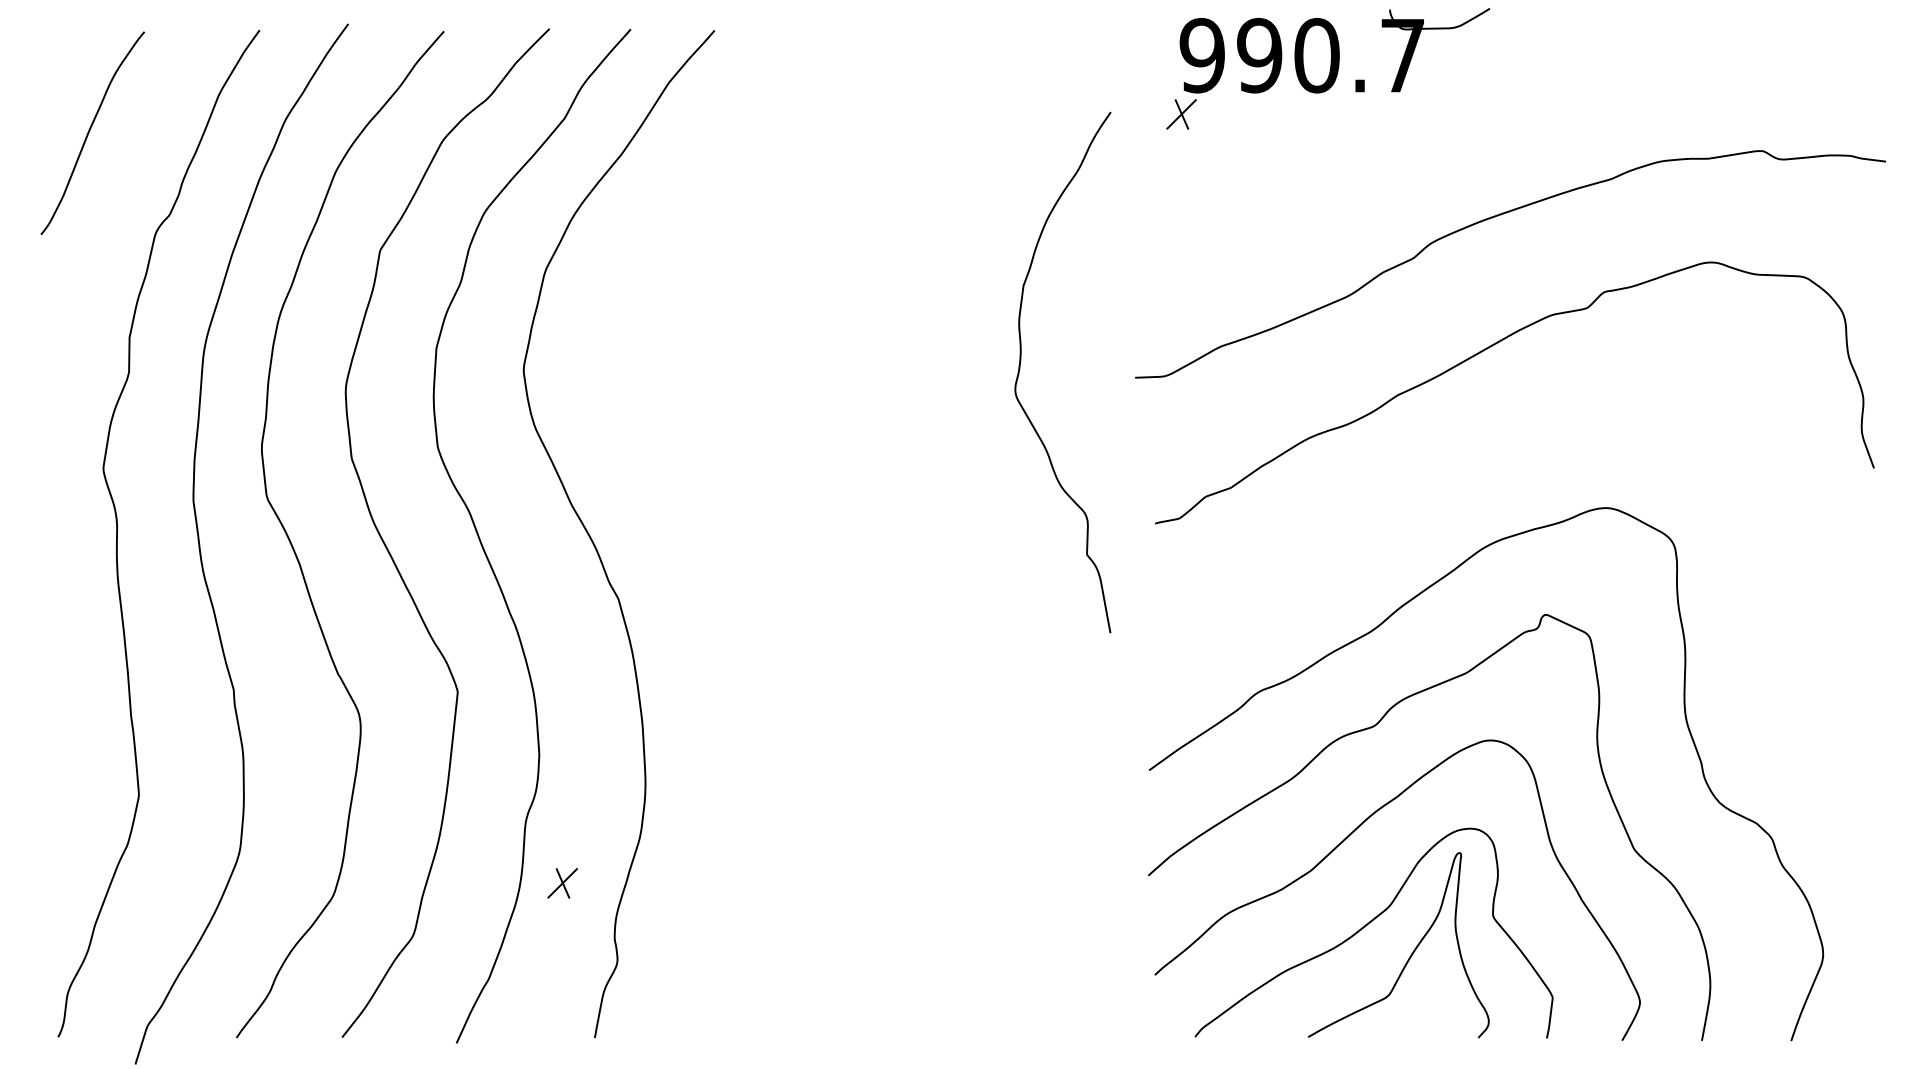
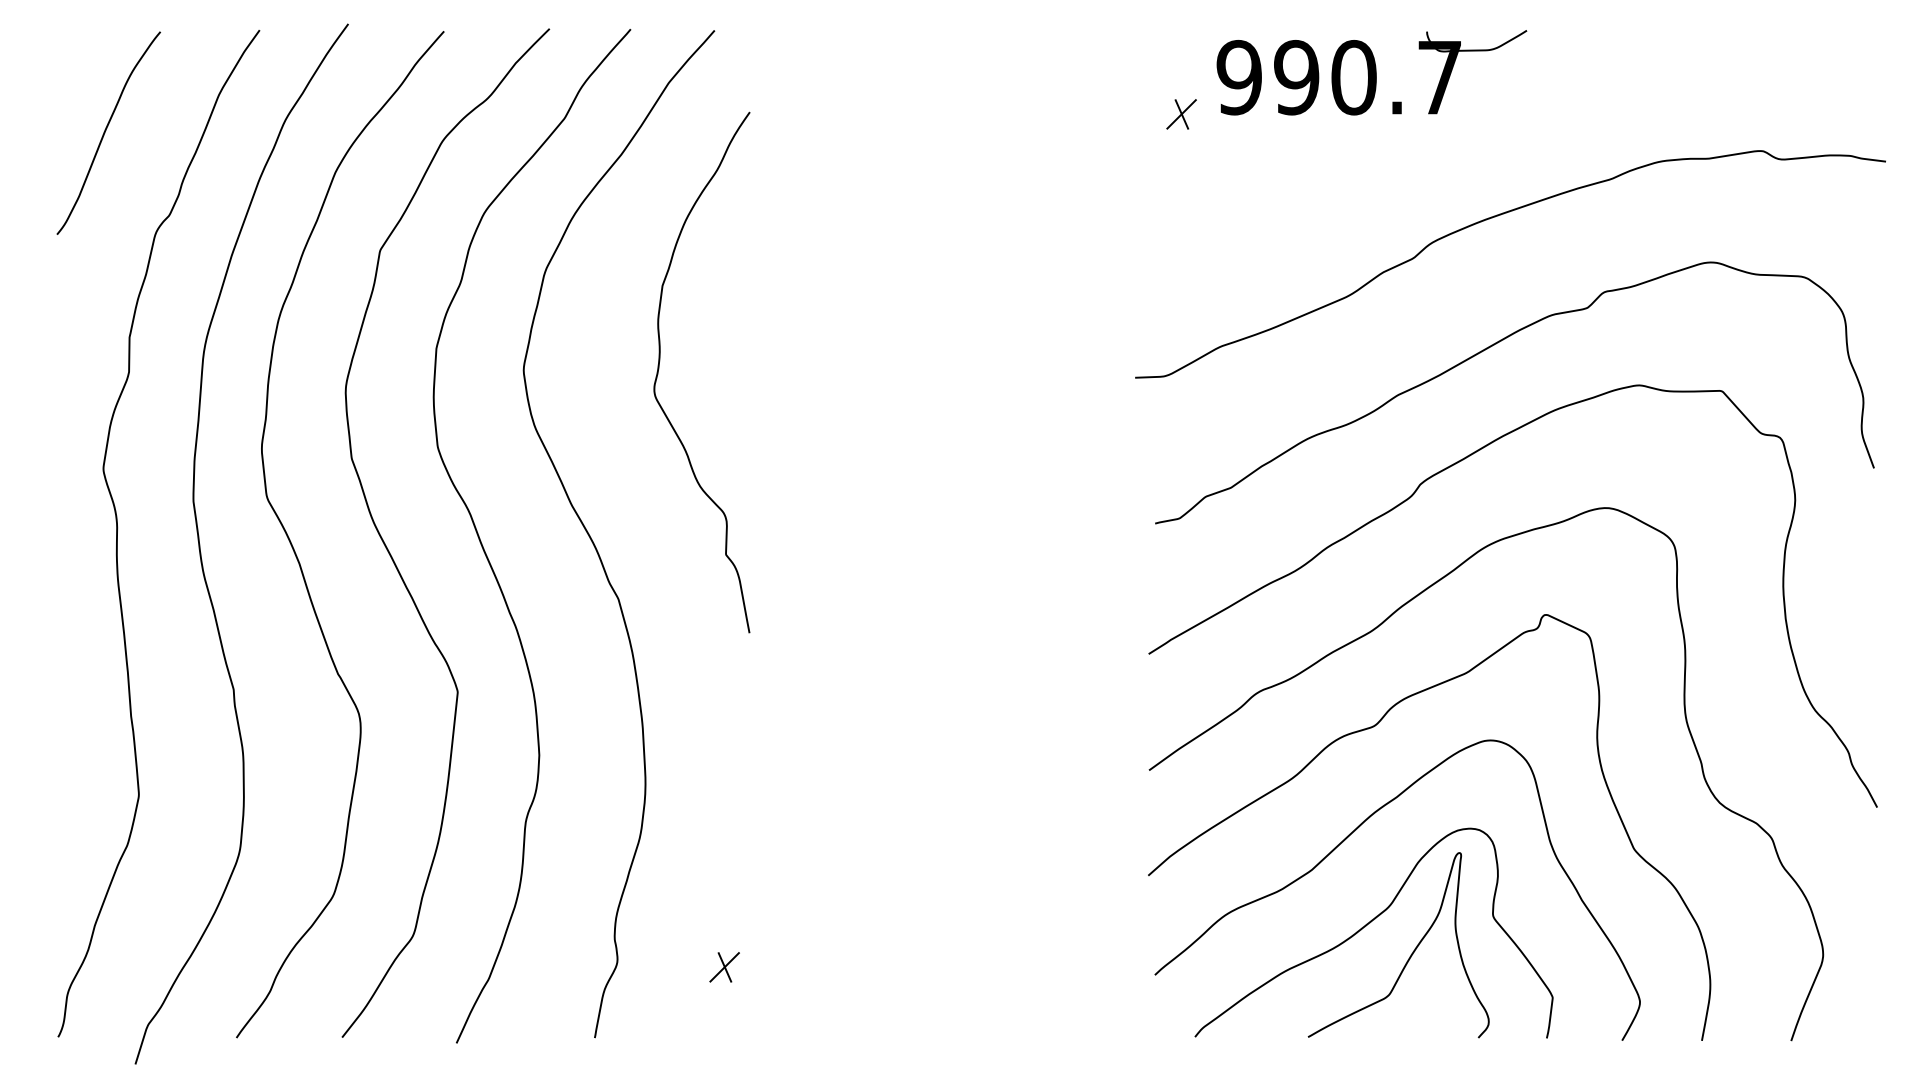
part at (1334, 50) position: (1334, 50) -> (1371, 72)
curve at (90, 130) position: (90, 130) -> (106, 130)
curve at (1020, 369) position: (1020, 369) -> (659, 369)
curve at (1413, 495): none -> present
part at (562, 883) position: (562, 883) -> (724, 967)
